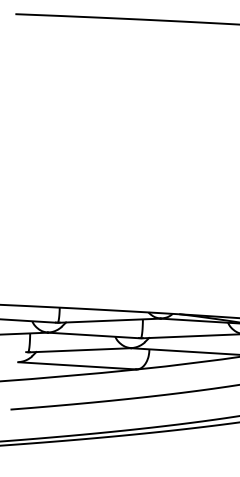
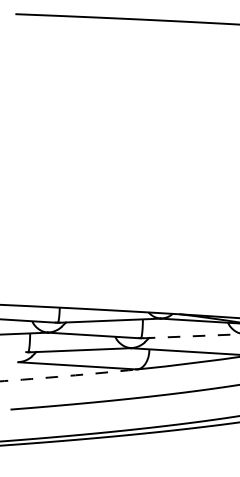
line at (191, 336): solid -> dashed
arc at (68, 375): solid -> dashed
